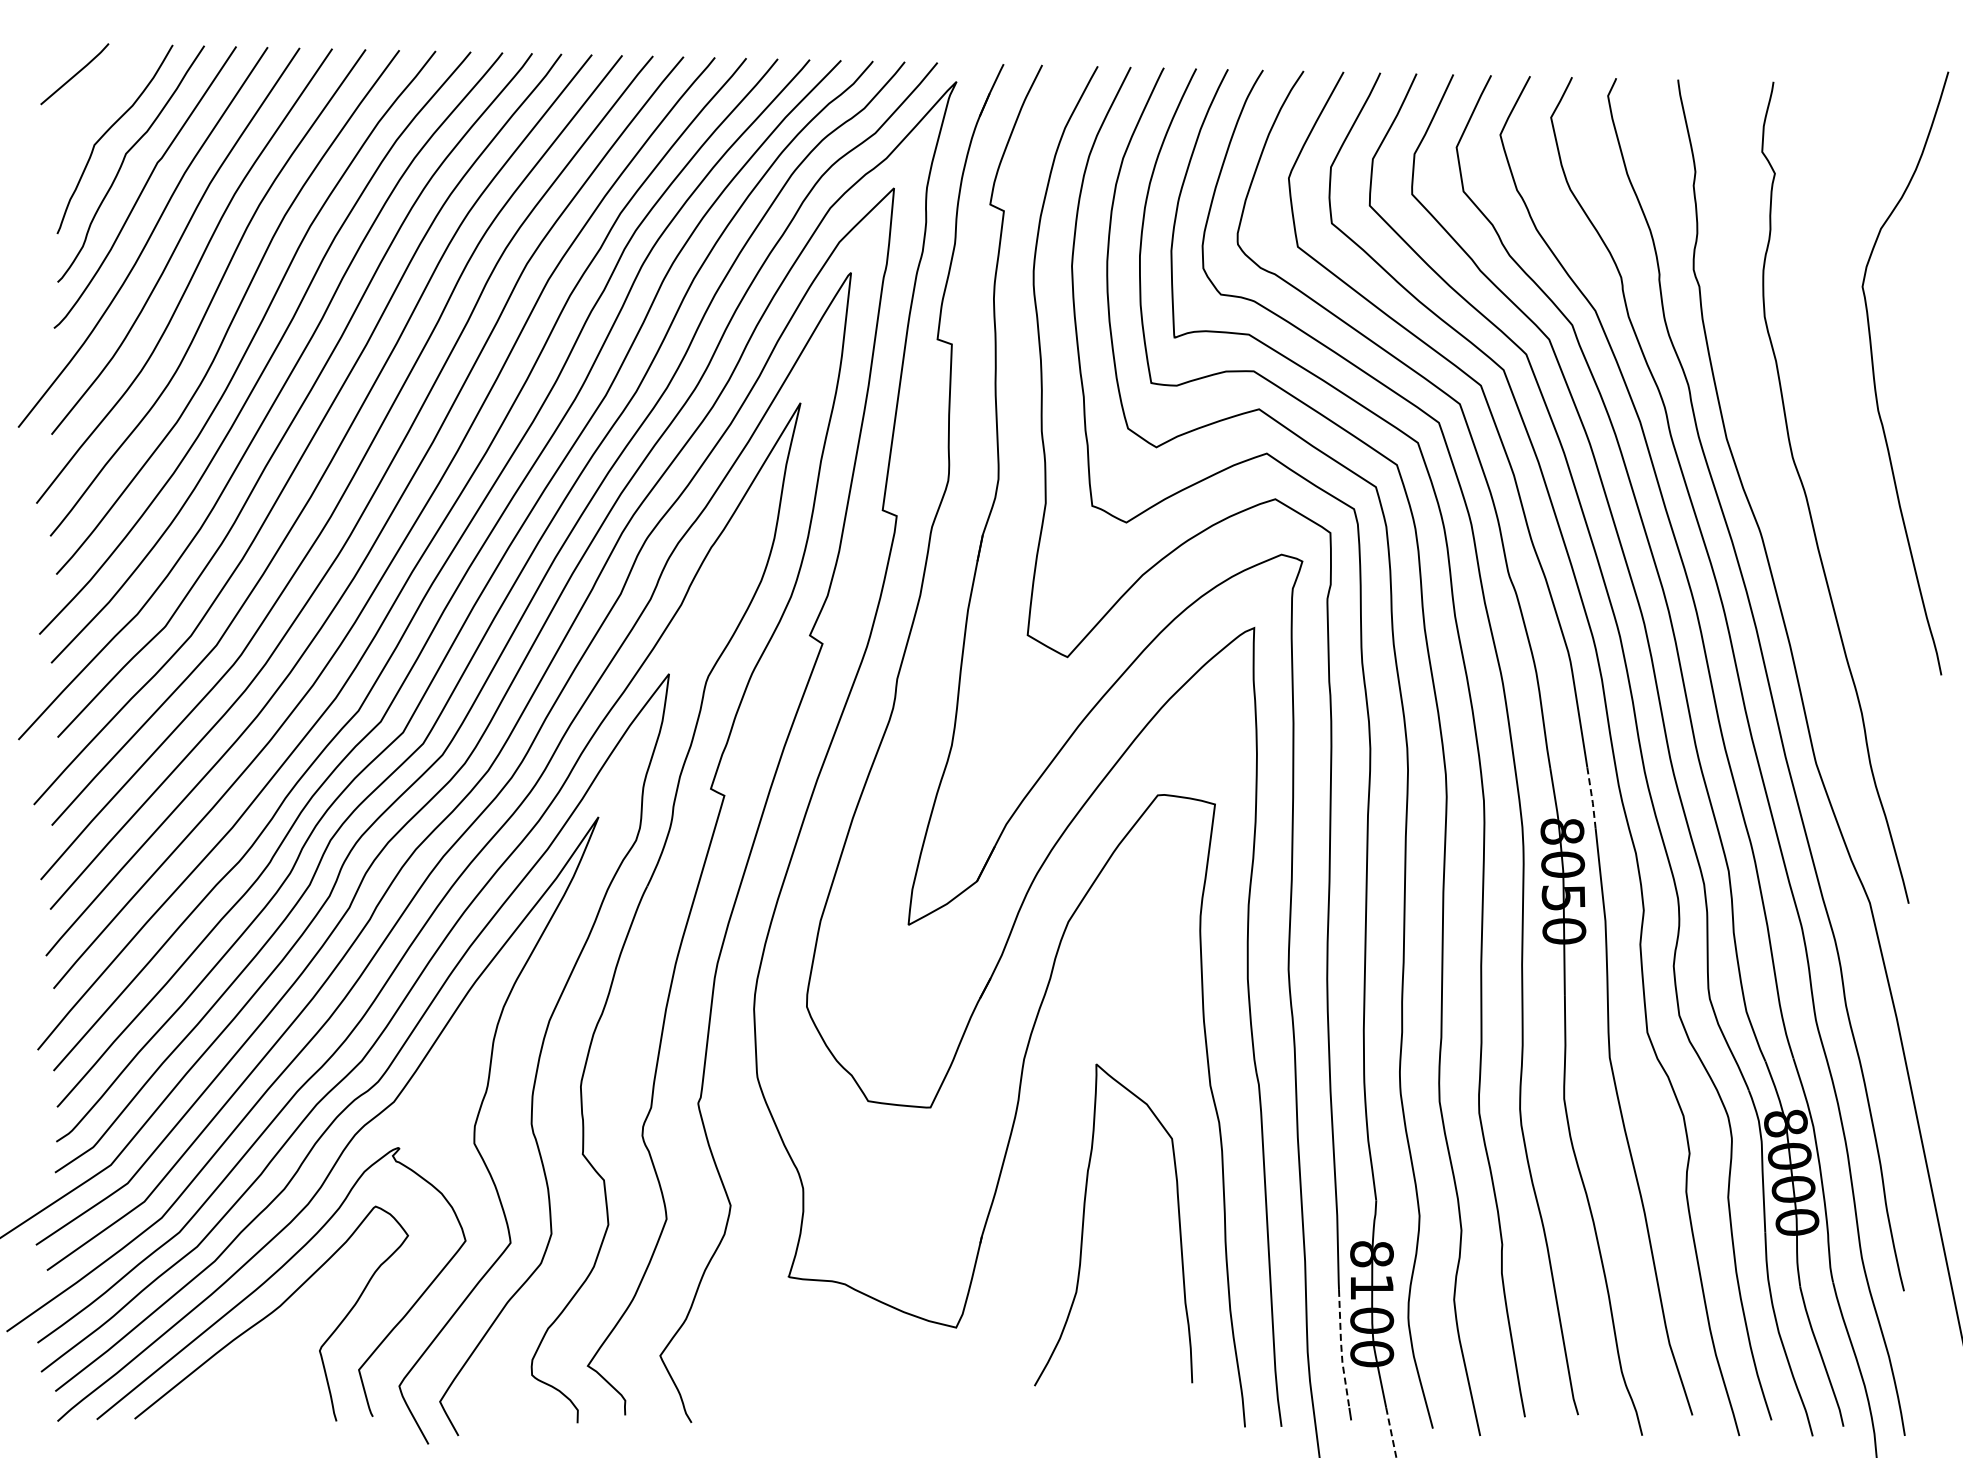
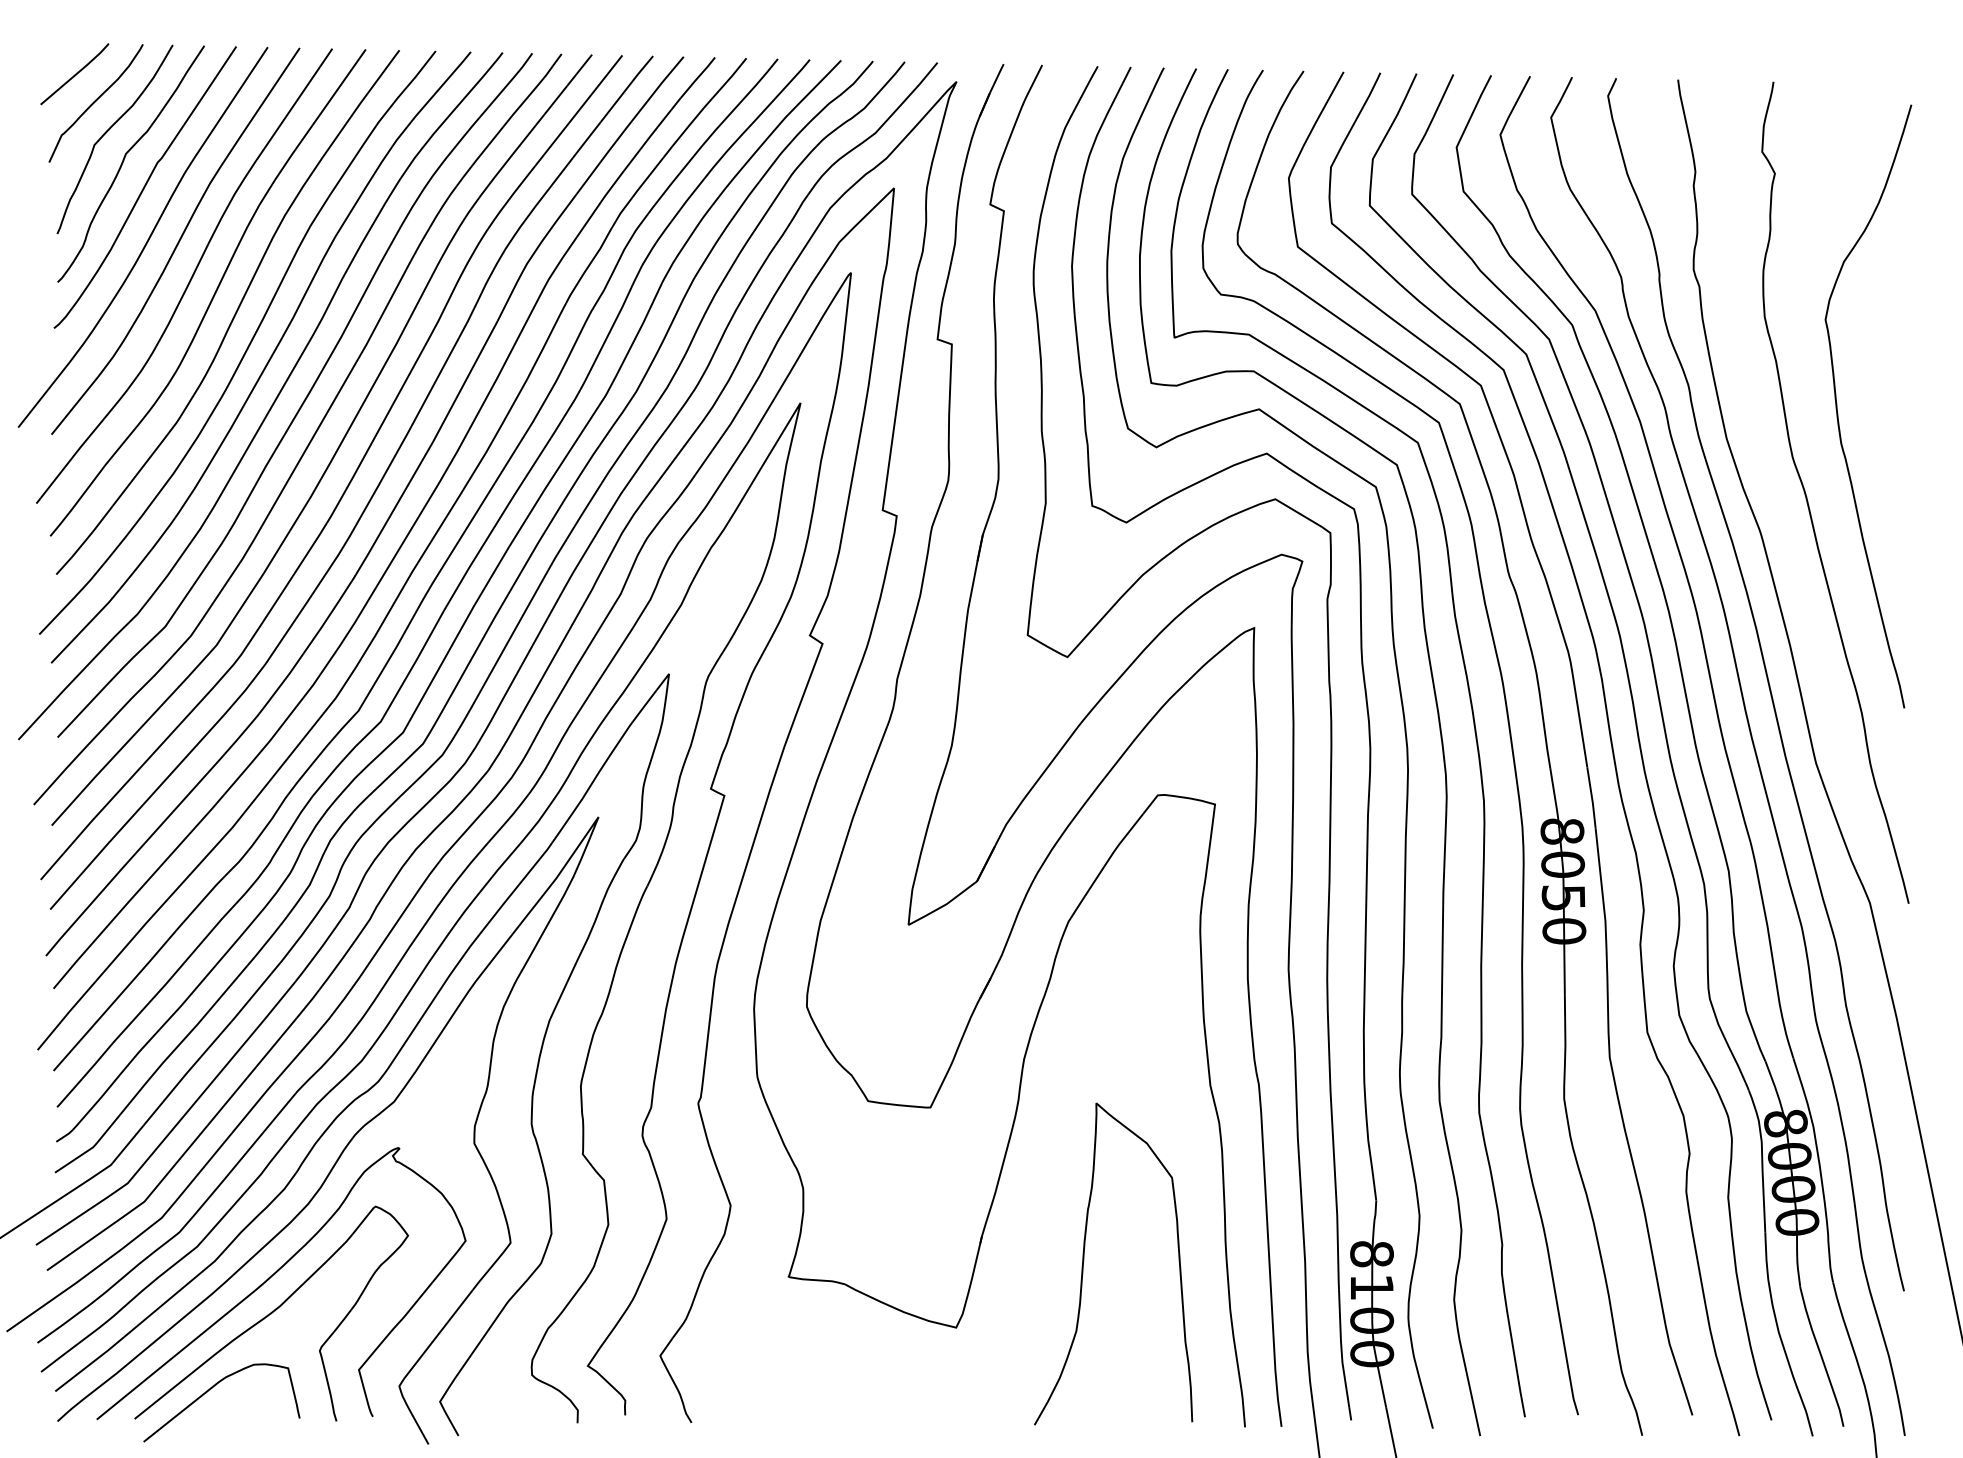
curve at (95, 102): none -> present
curve at (1875, 380) position: (1875, 380) -> (1838, 413)
line at (1592, 798): dashed -> solid
curve at (1084, 1221) position: (1084, 1221) -> (1084, 1260)
line at (1341, 1348): dashed -> solid
curve at (211, 1389): none -> present
line at (1391, 1432): dashed -> solid
